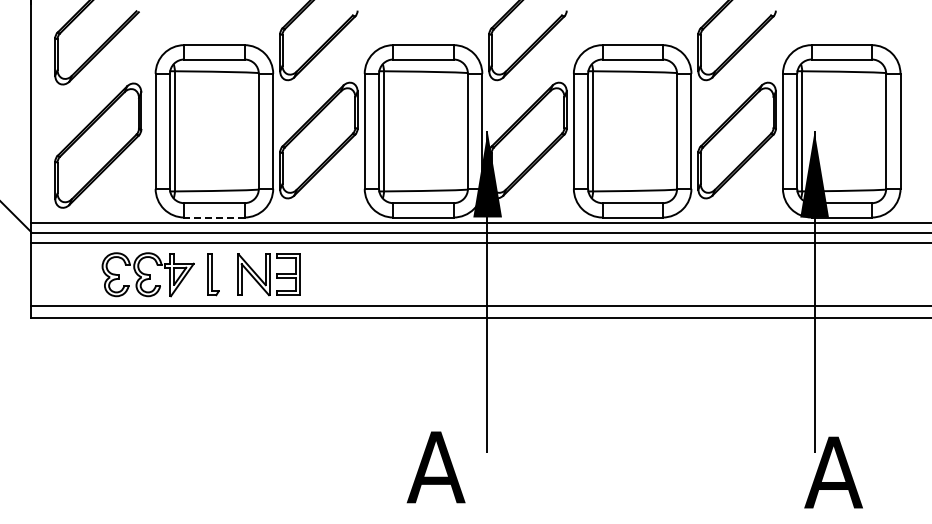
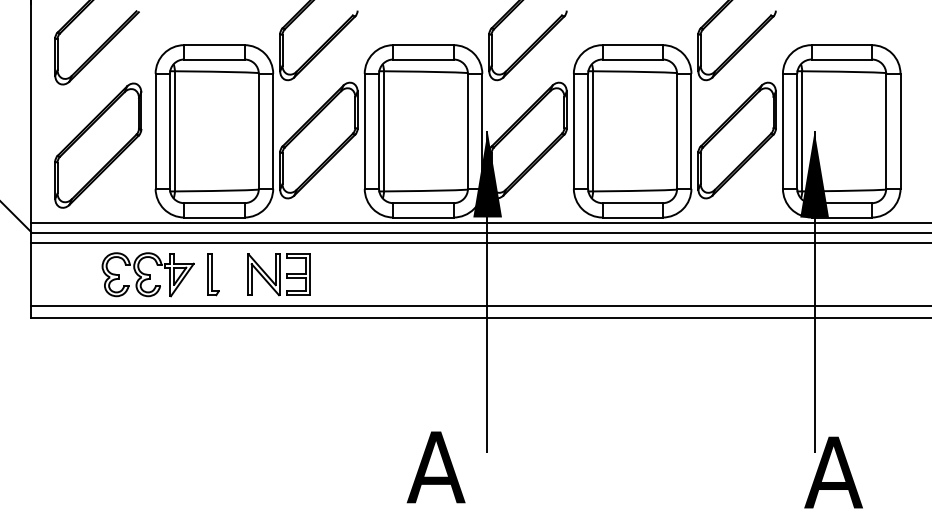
line at (213, 217): dashed -> solid
part at (268, 274) position: (268, 274) -> (278, 274)
